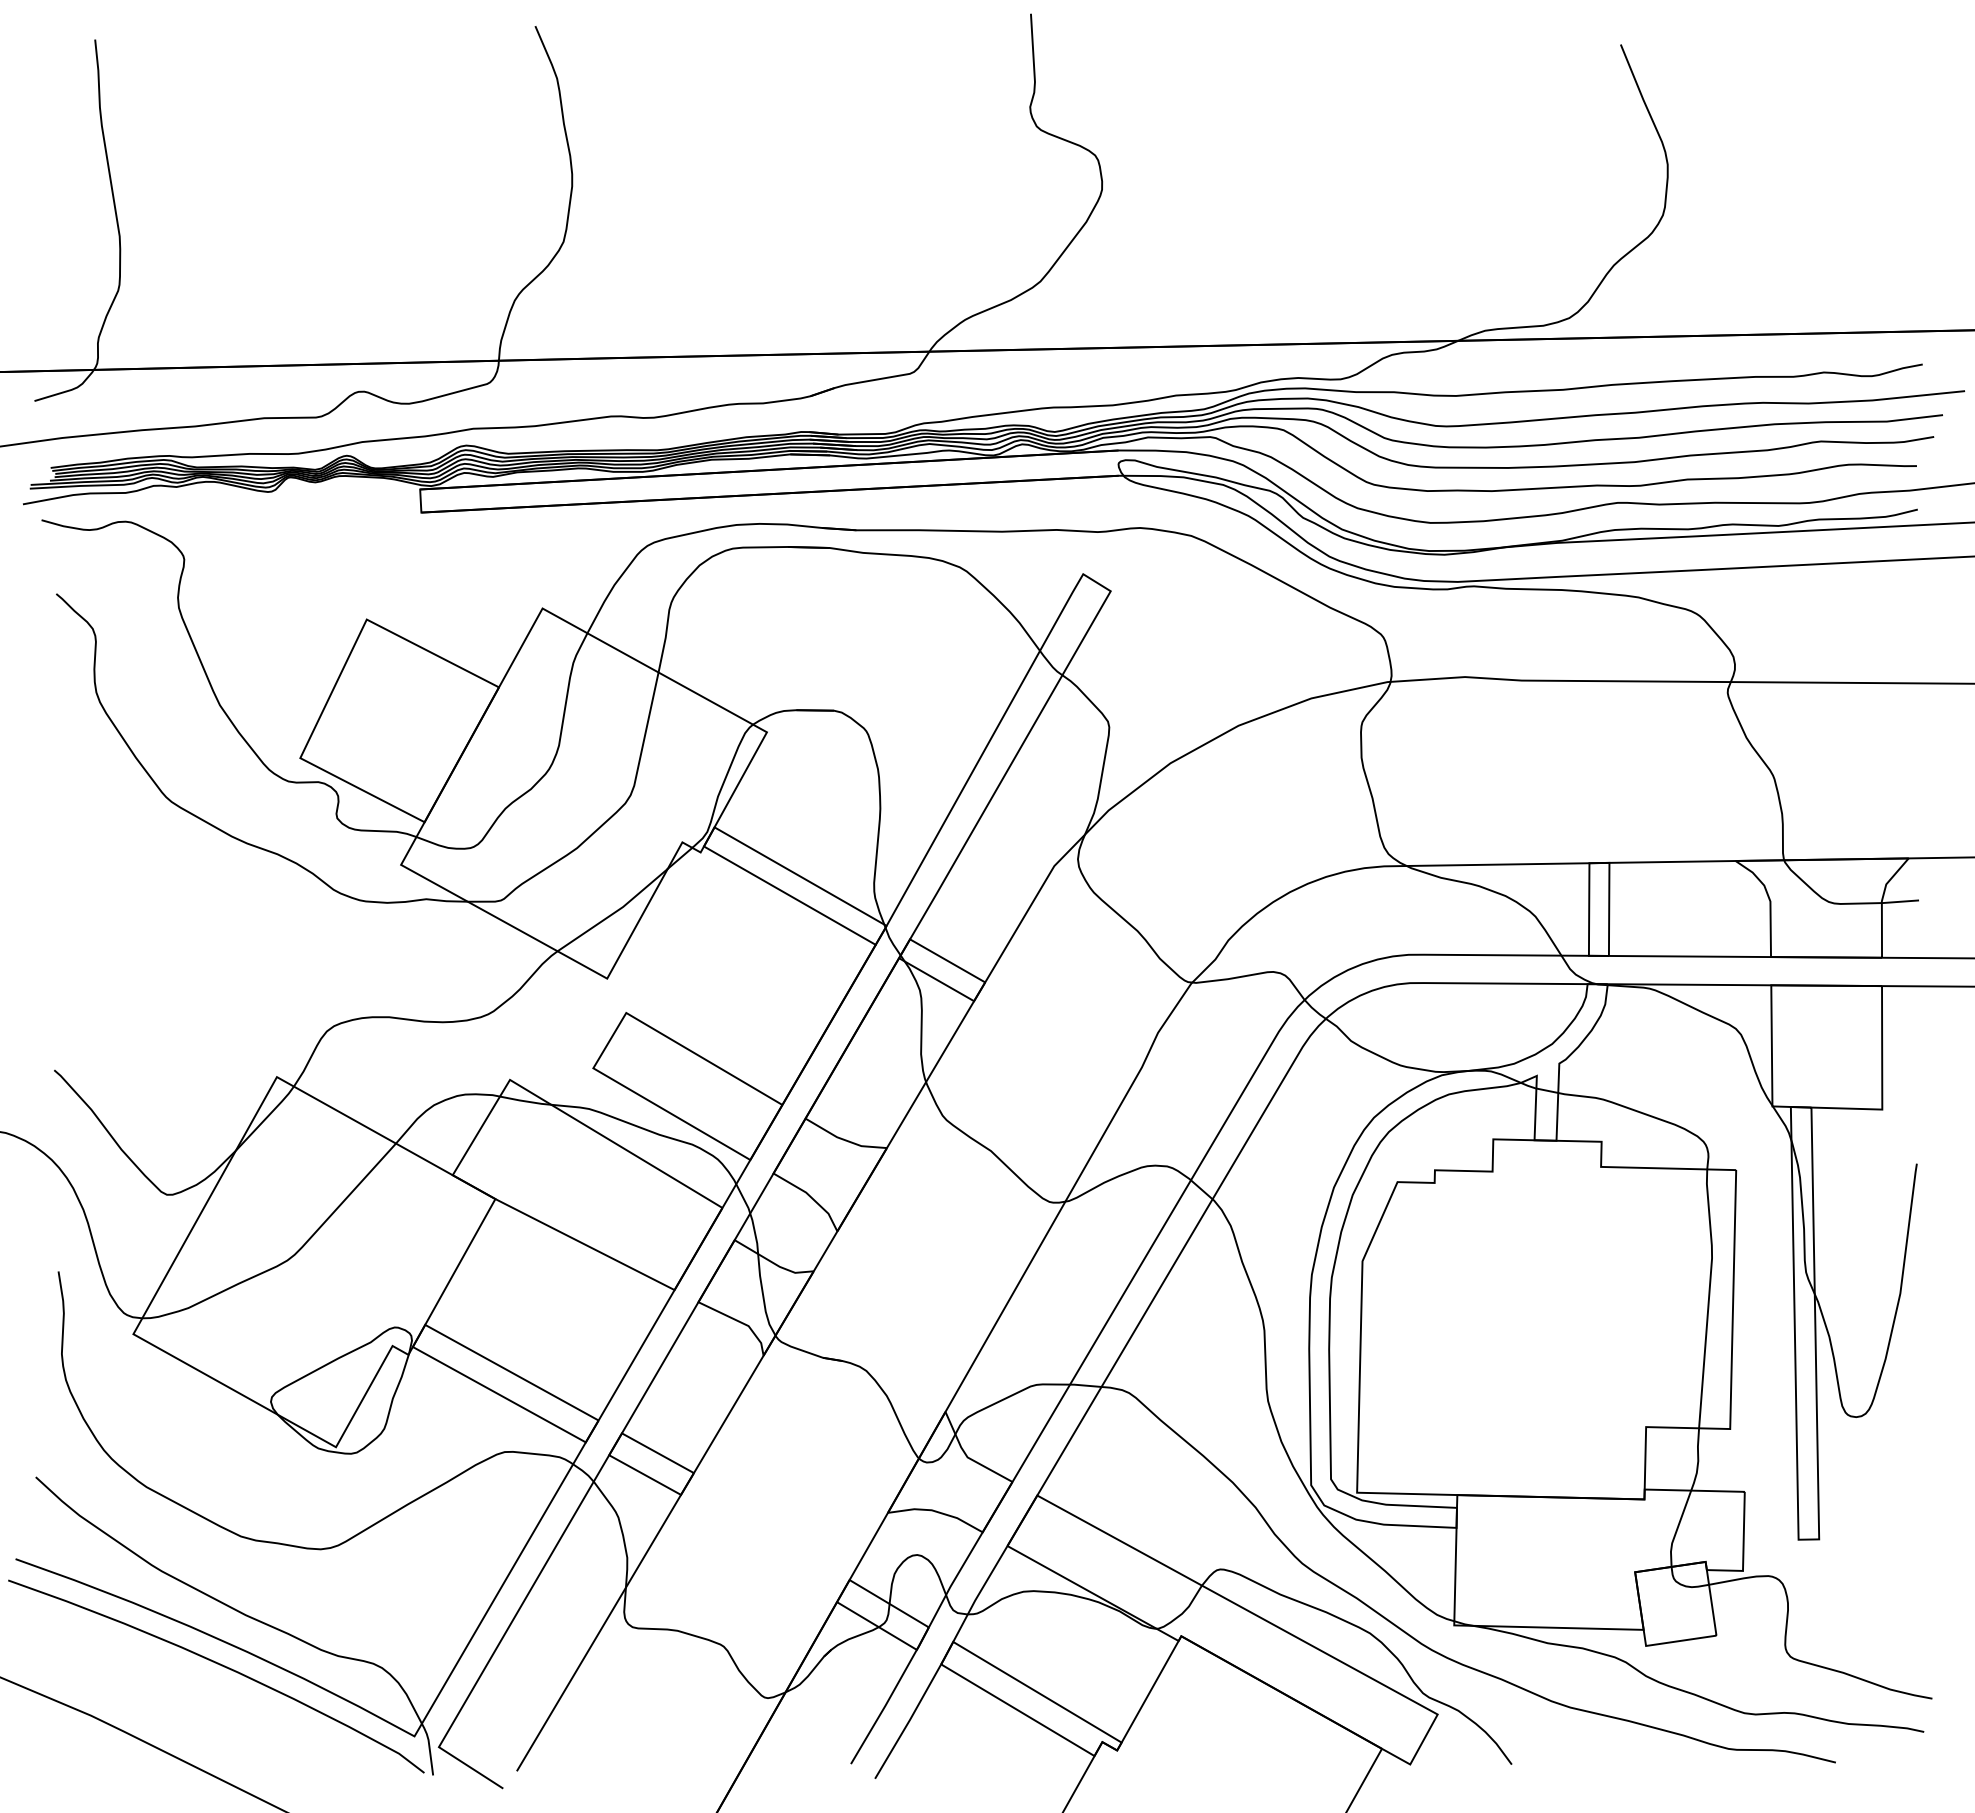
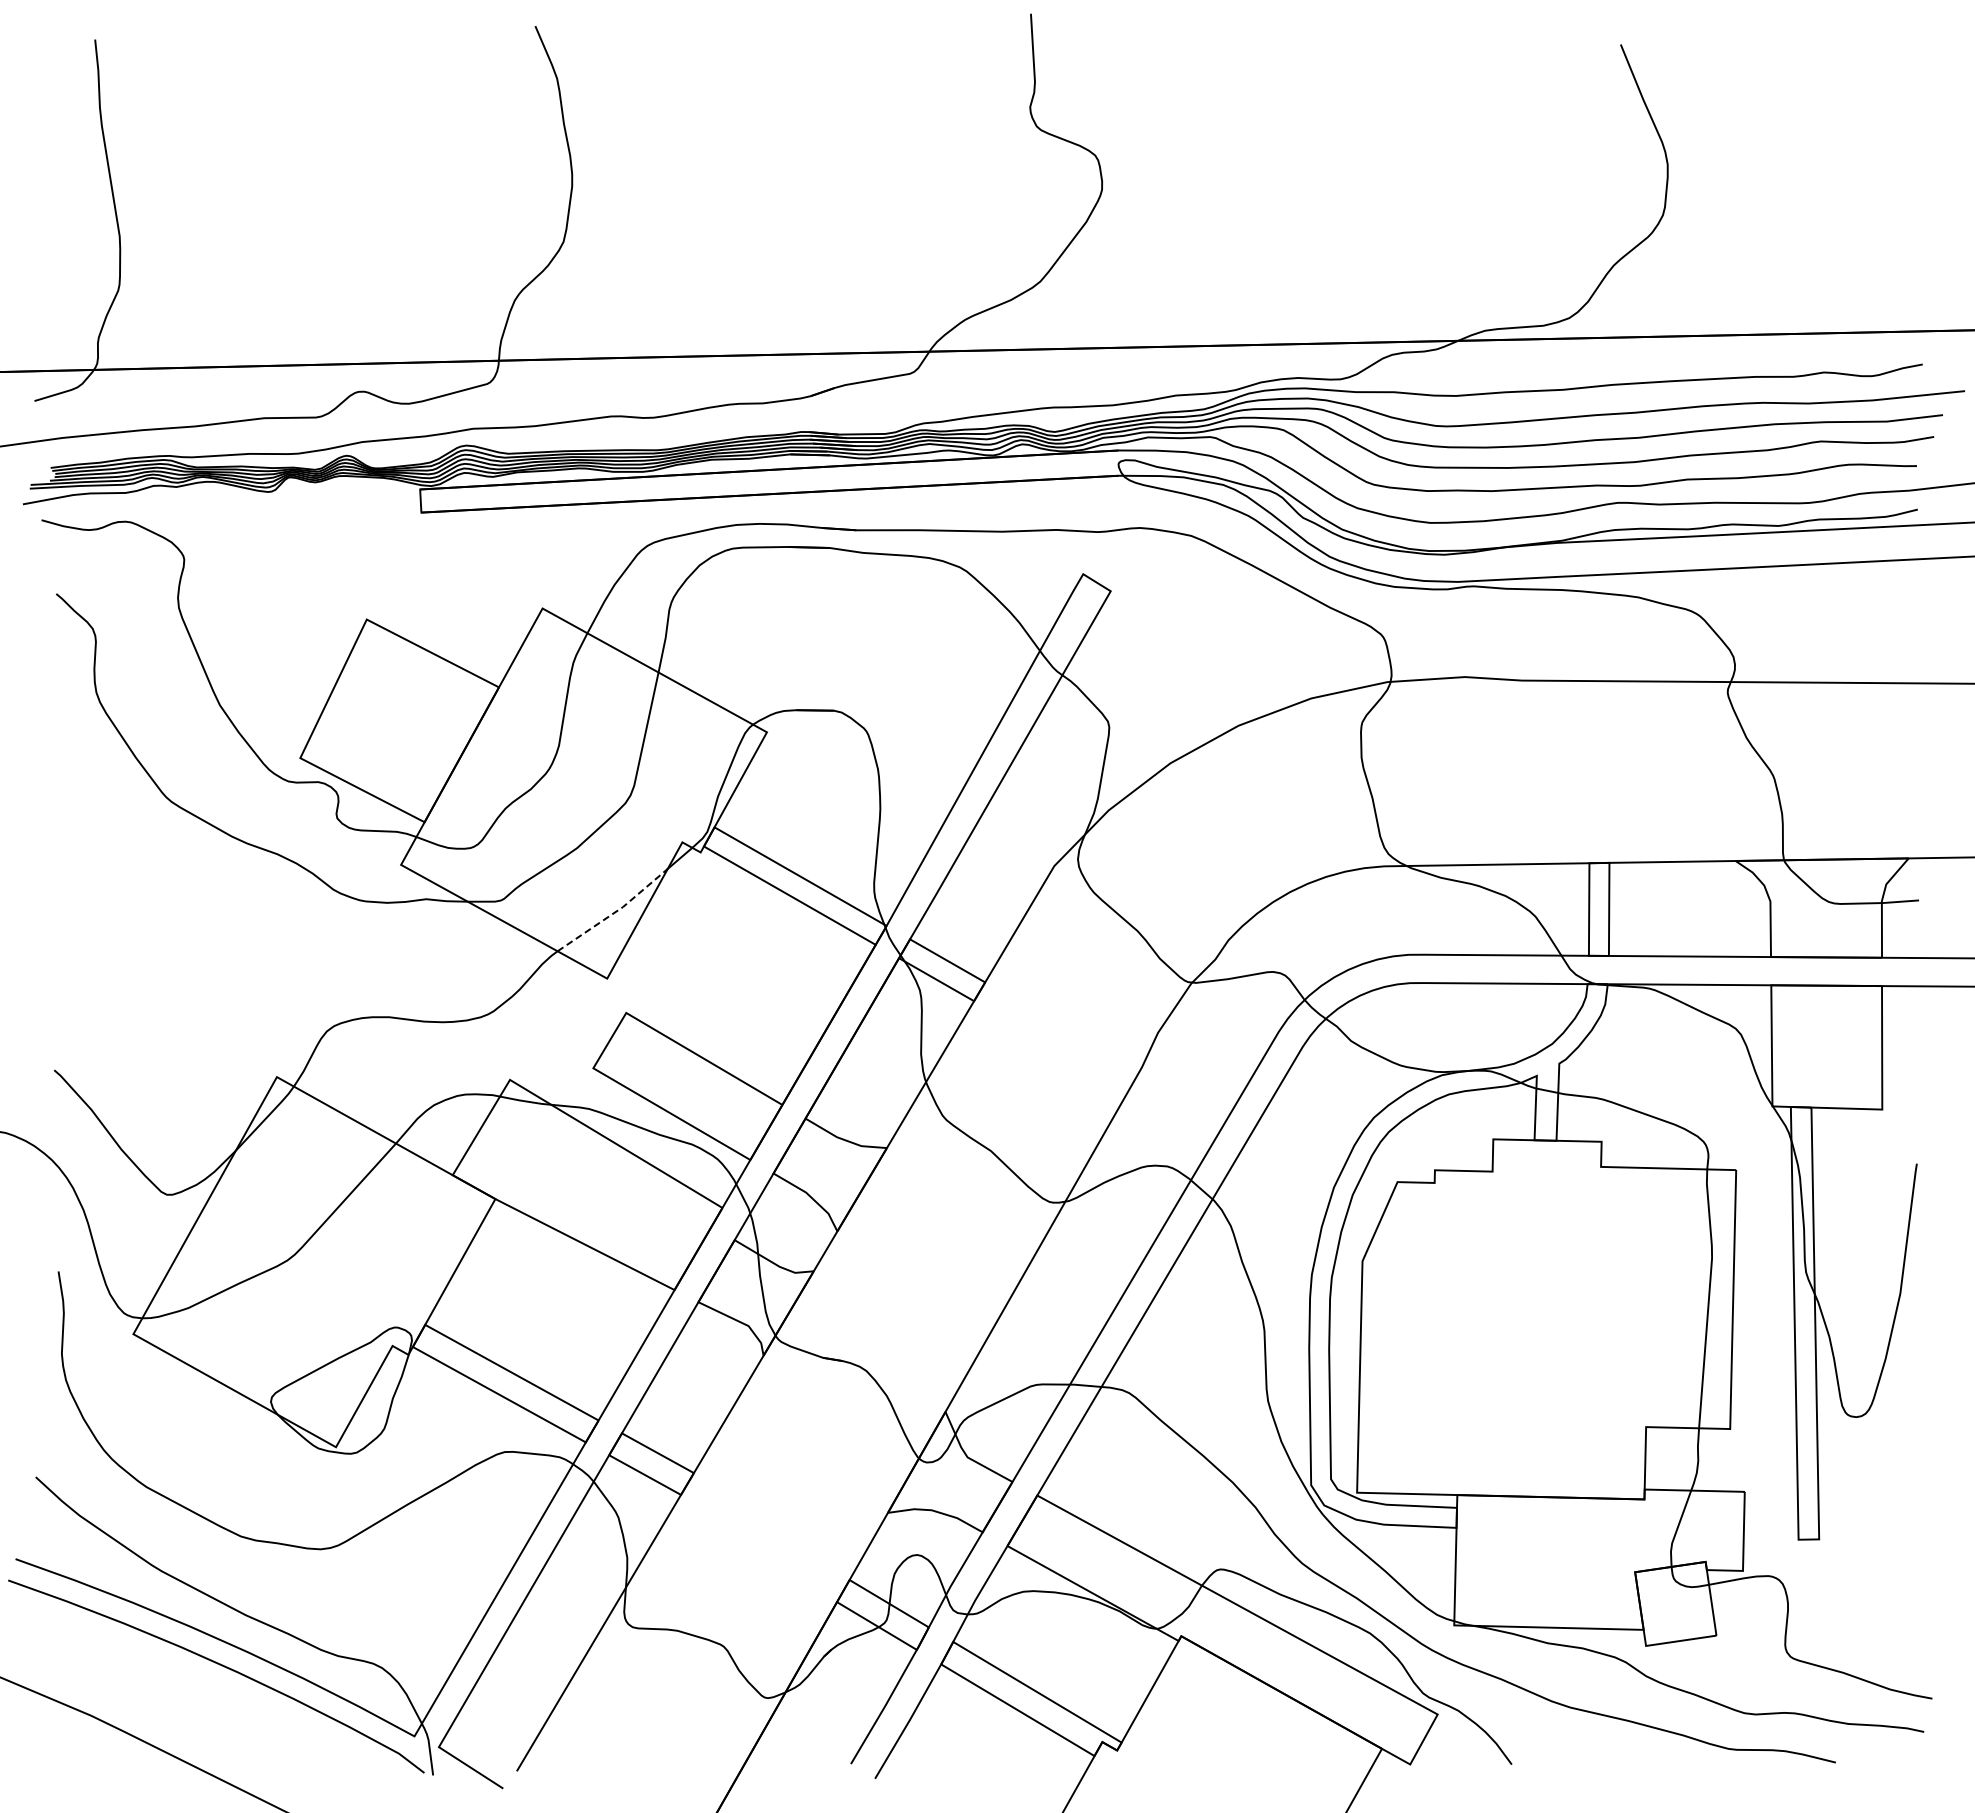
line at (614, 912): solid -> dashed
